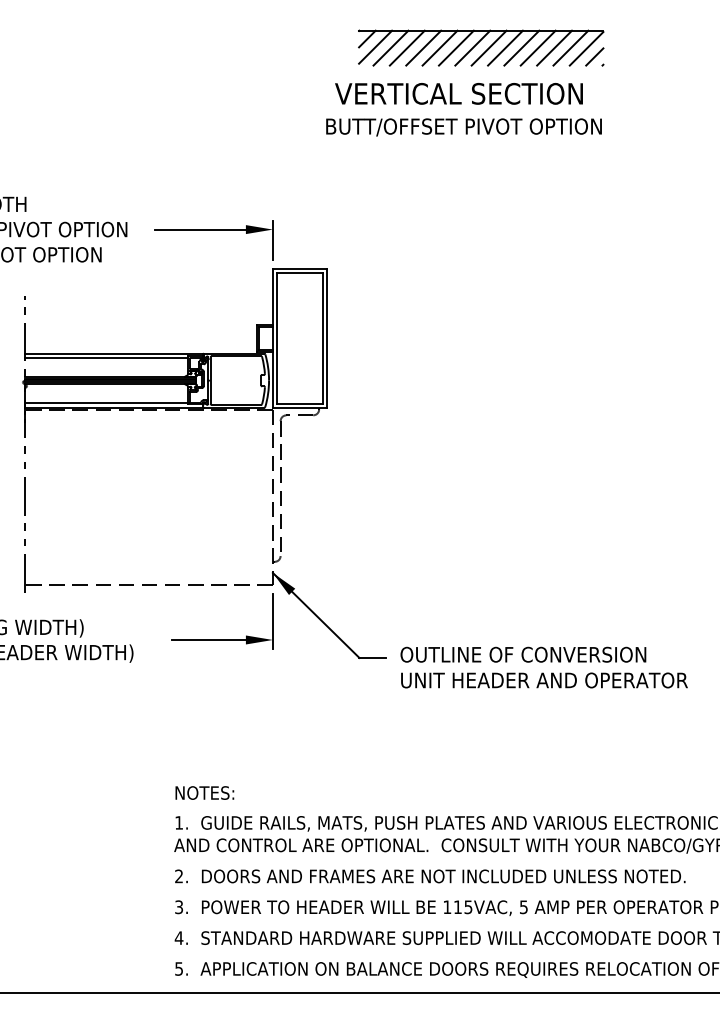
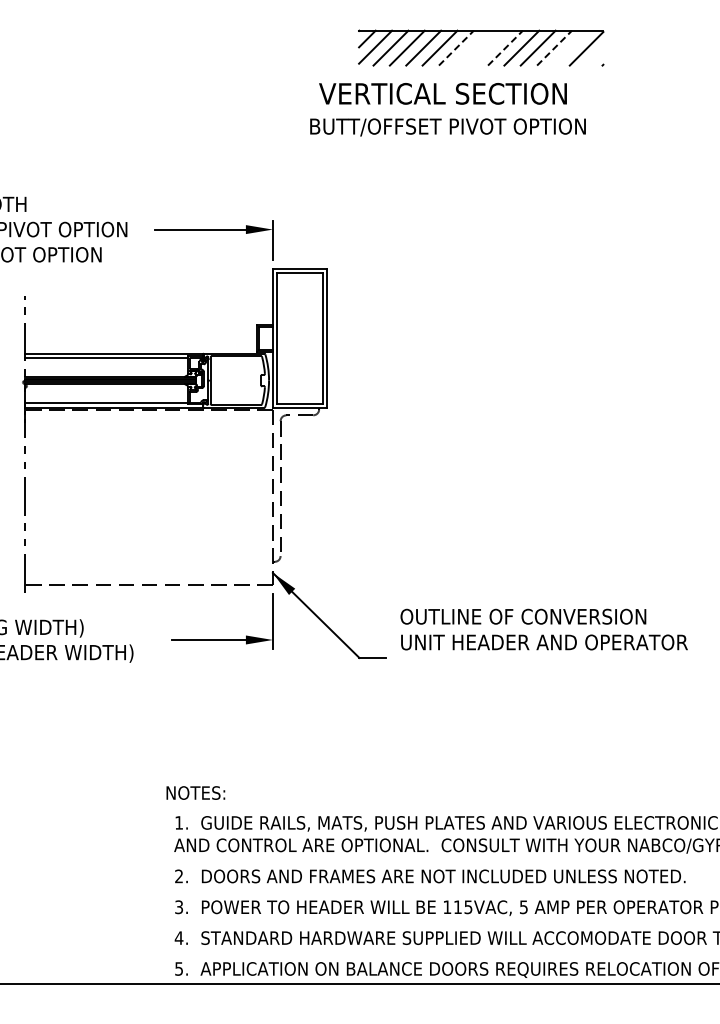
line at (472, 47): present -> none
line at (488, 47): present -> none
line at (570, 47): present -> none
line at (456, 48): solid -> dashed
line at (505, 48): solid -> dashed
line at (554, 48): solid -> dashed
line at (594, 56): present -> none
text at (463, 109) position: (463, 109) -> (447, 109)
text at (543, 667) position: (543, 667) -> (543, 629)
text at (204, 792) position: (204, 792) -> (195, 792)
line at (359, 993) position: (359, 993) -> (359, 984)
